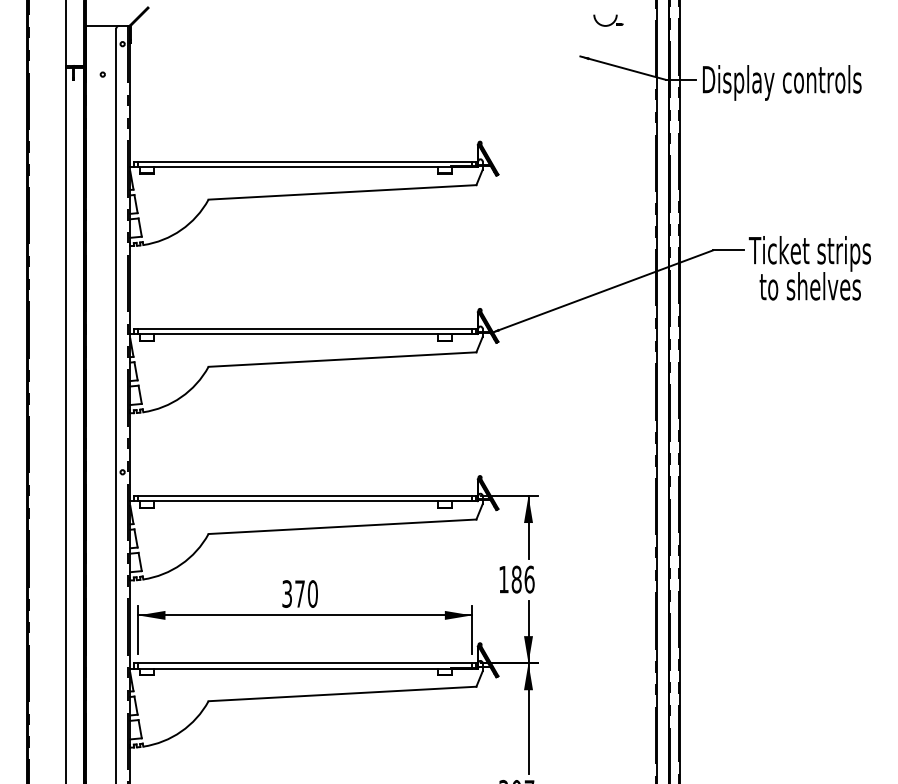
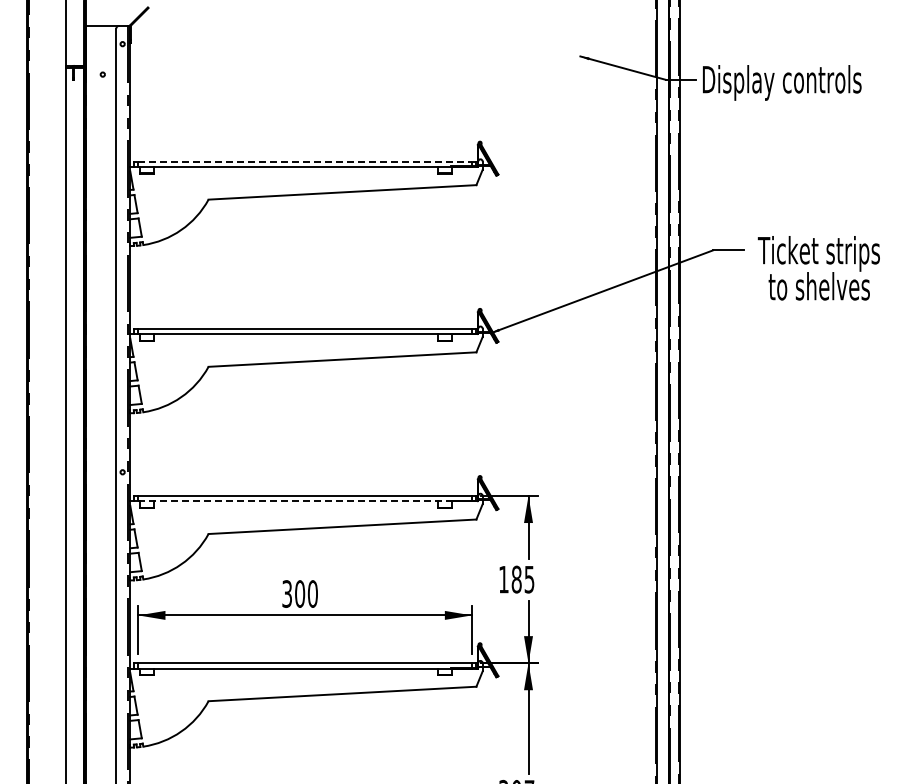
part at (608, 20): present -> none
line at (305, 161): solid -> dashed
text at (809, 268) position: (809, 268) -> (818, 268)
line at (305, 501): solid -> dashed
text at (529, 579): 186 -> 185
text at (300, 593): 370 -> 300
